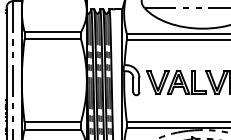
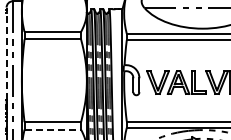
line at (6, 53): solid -> dashed
line at (53, 129): solid -> dashed
